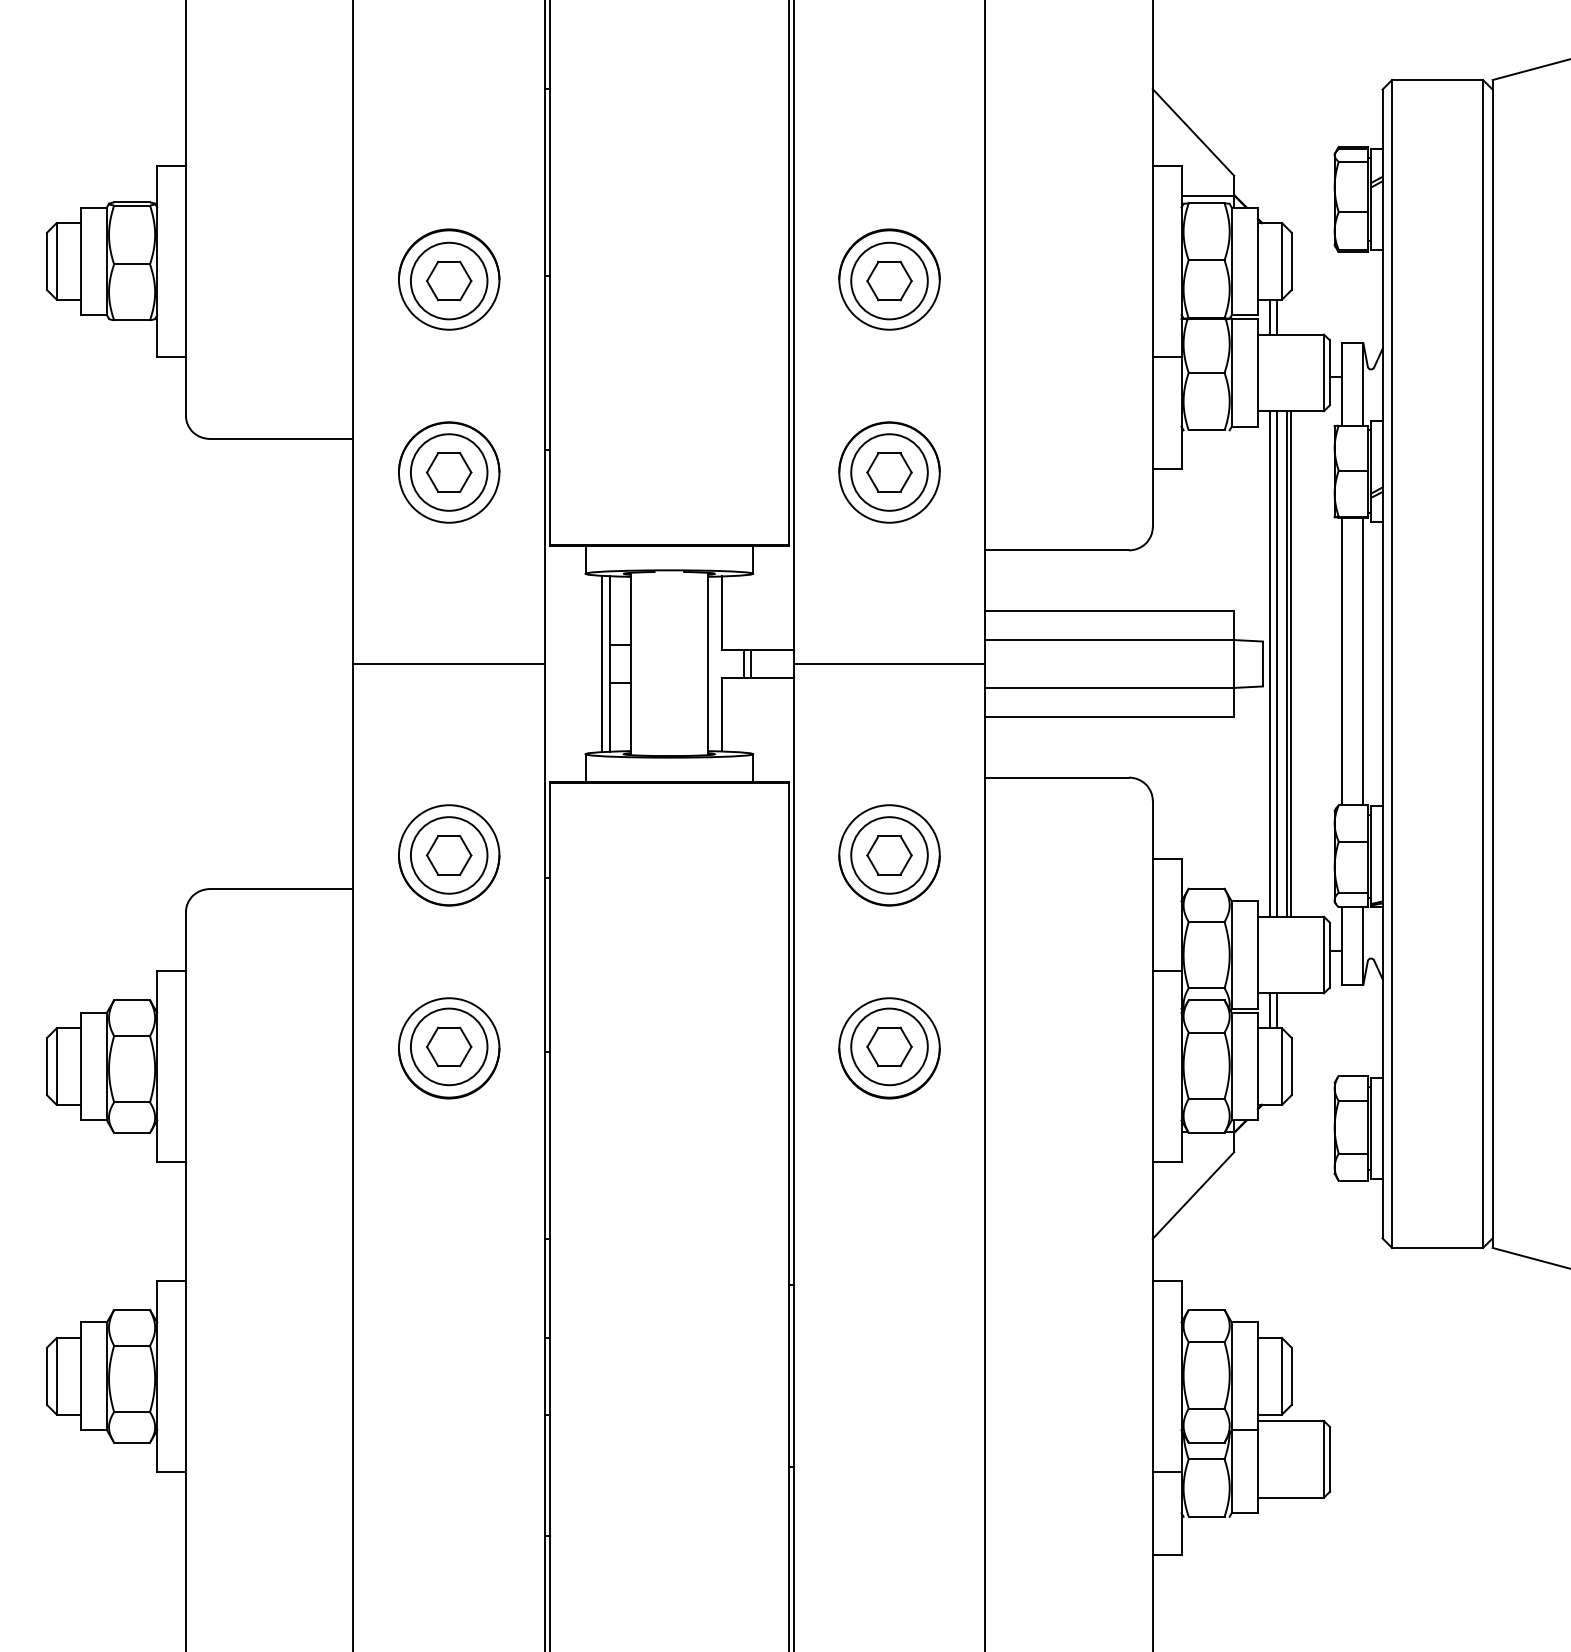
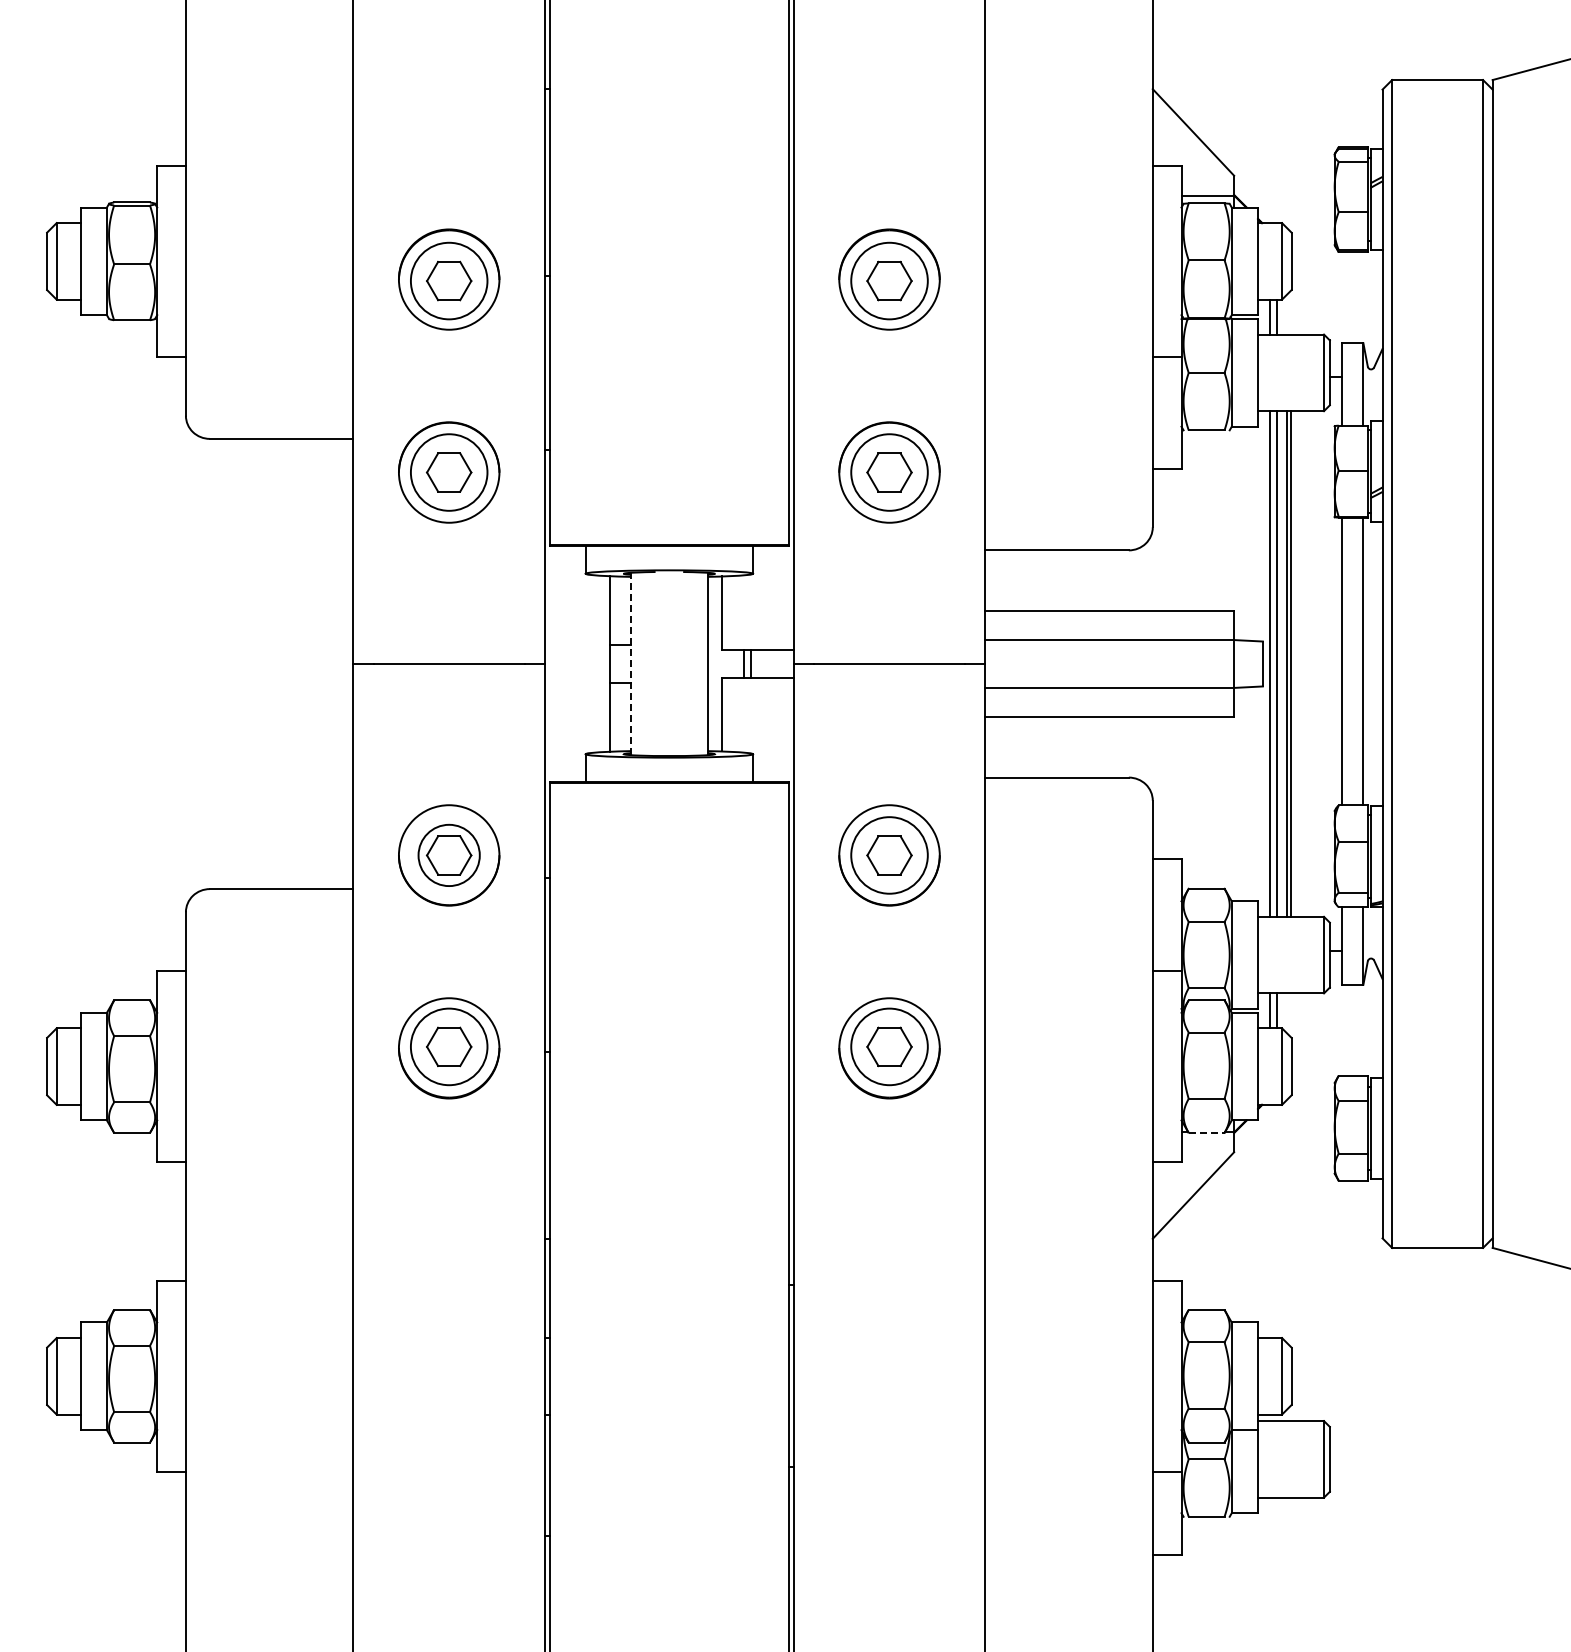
line at (602, 663): present -> none
line at (631, 663): solid -> dashed
circle at (448, 855) diameter: 77 px -> 61 px
line at (1206, 1132): solid -> dashed
